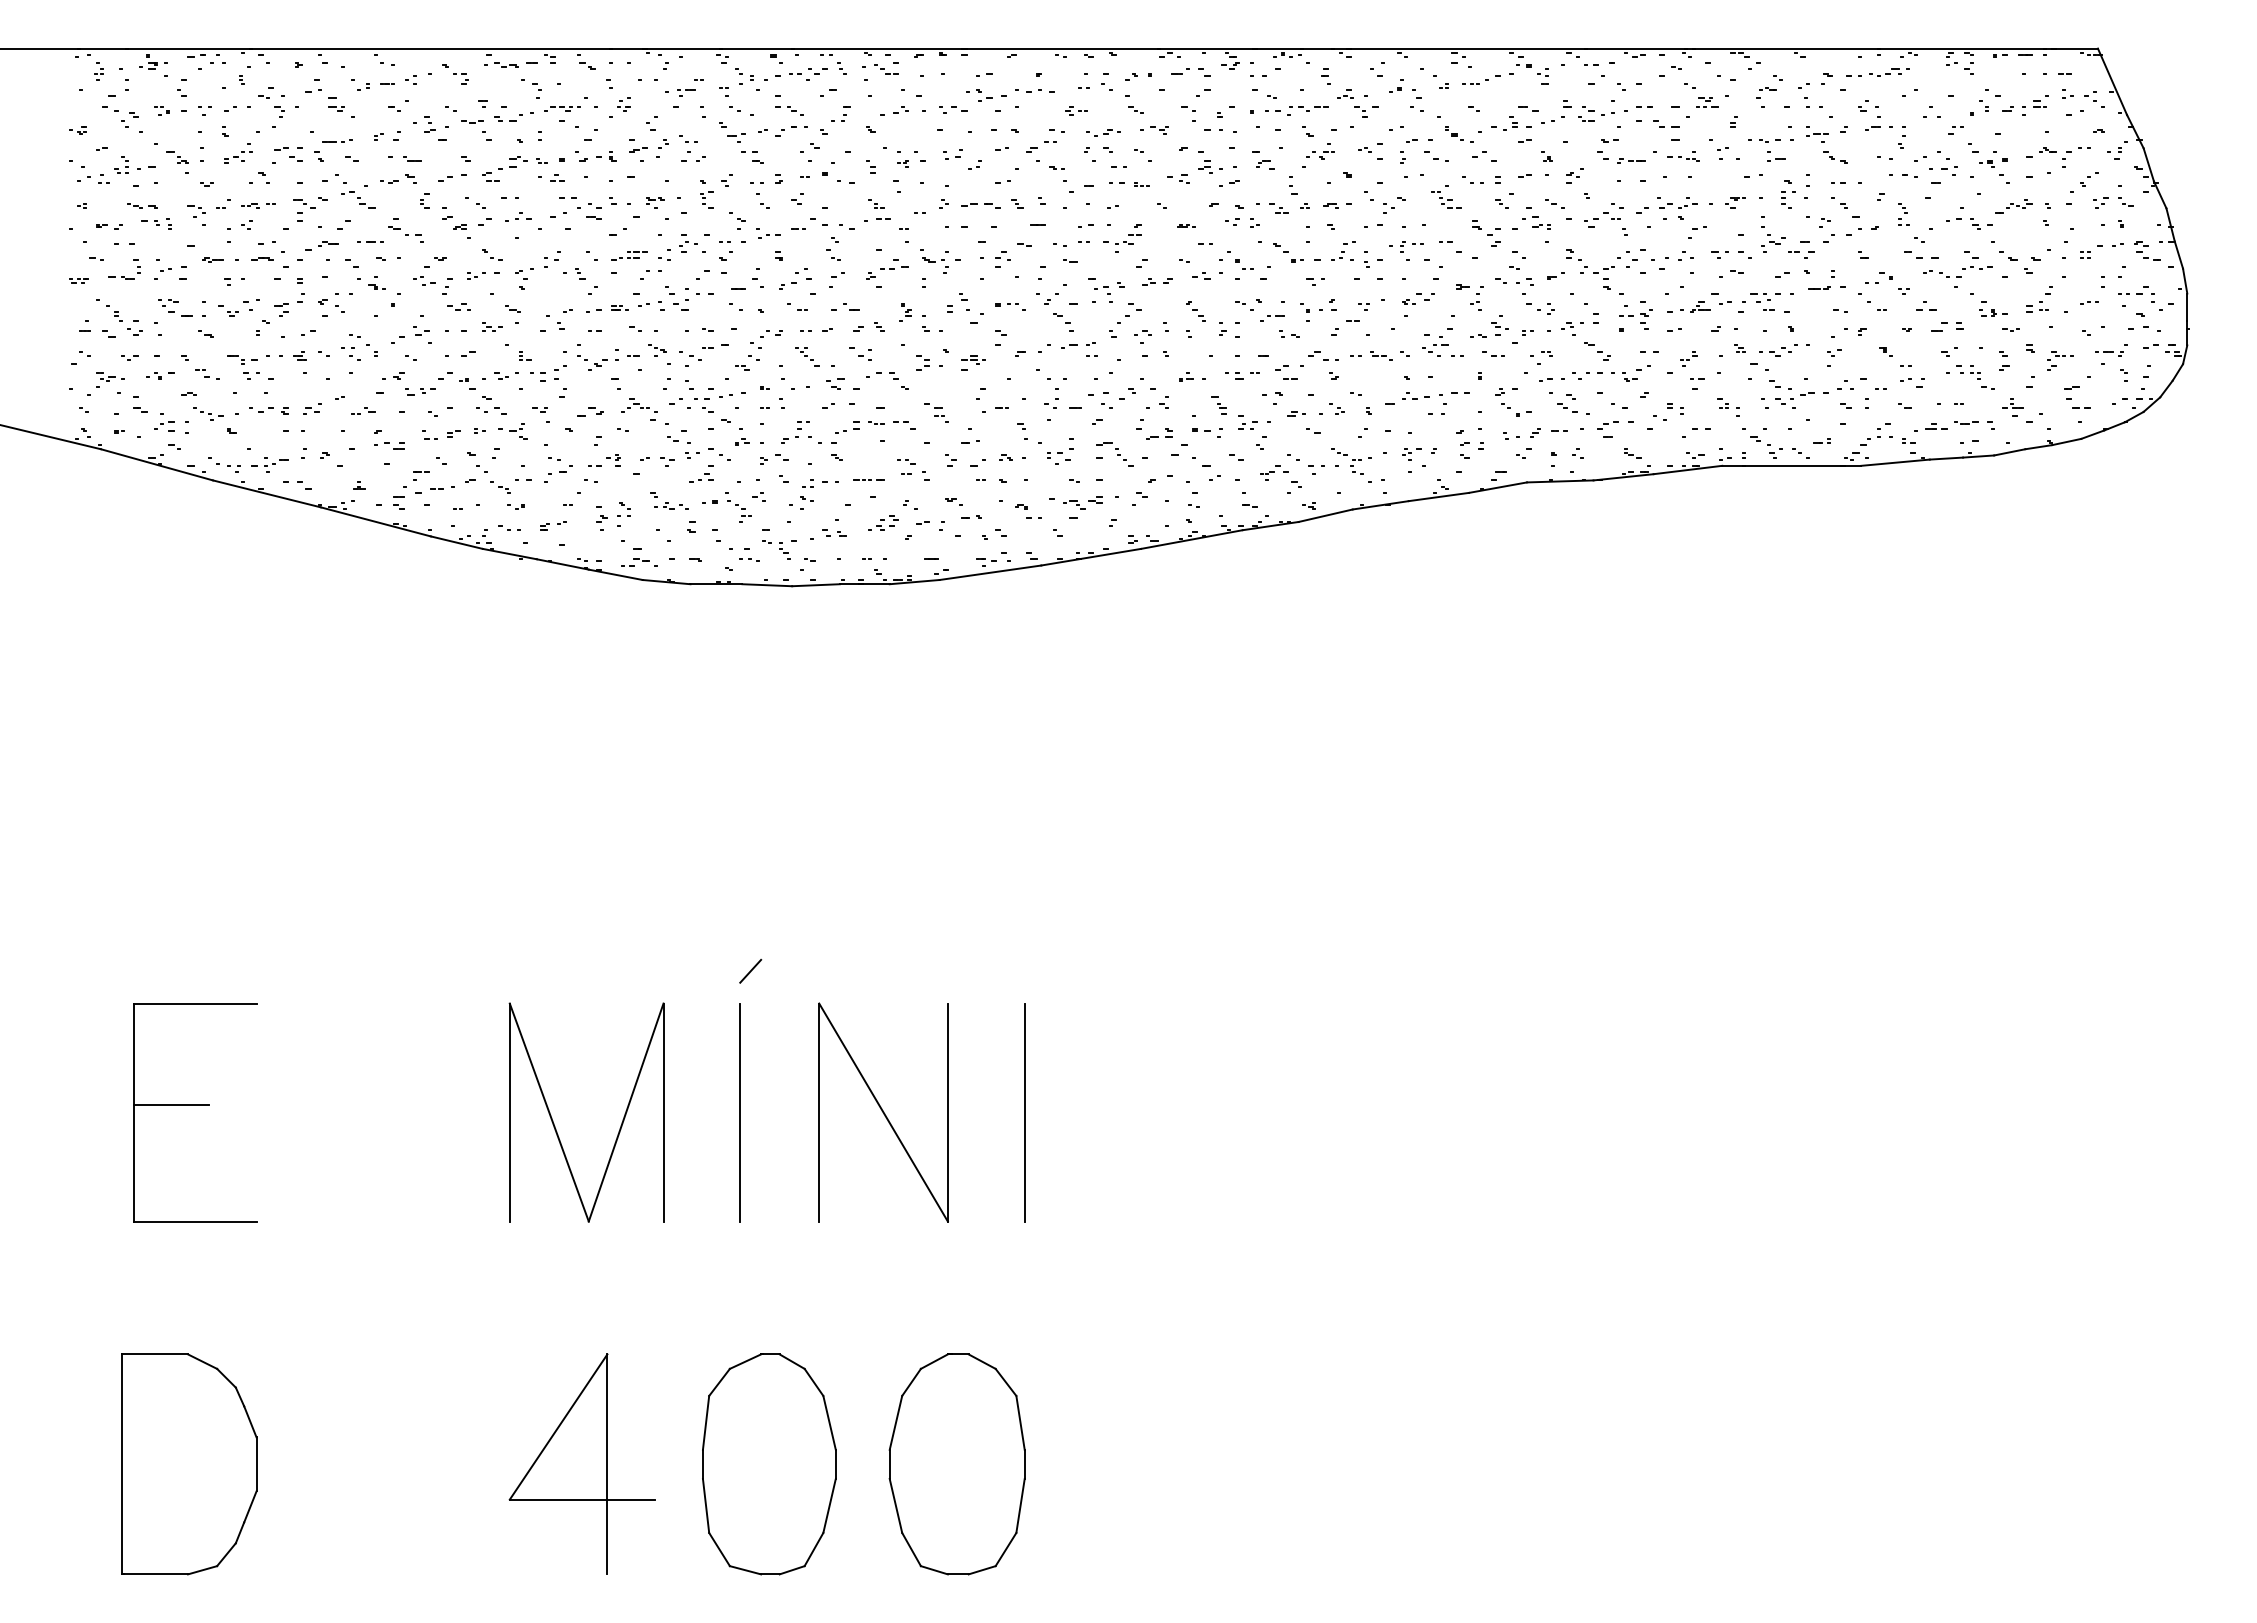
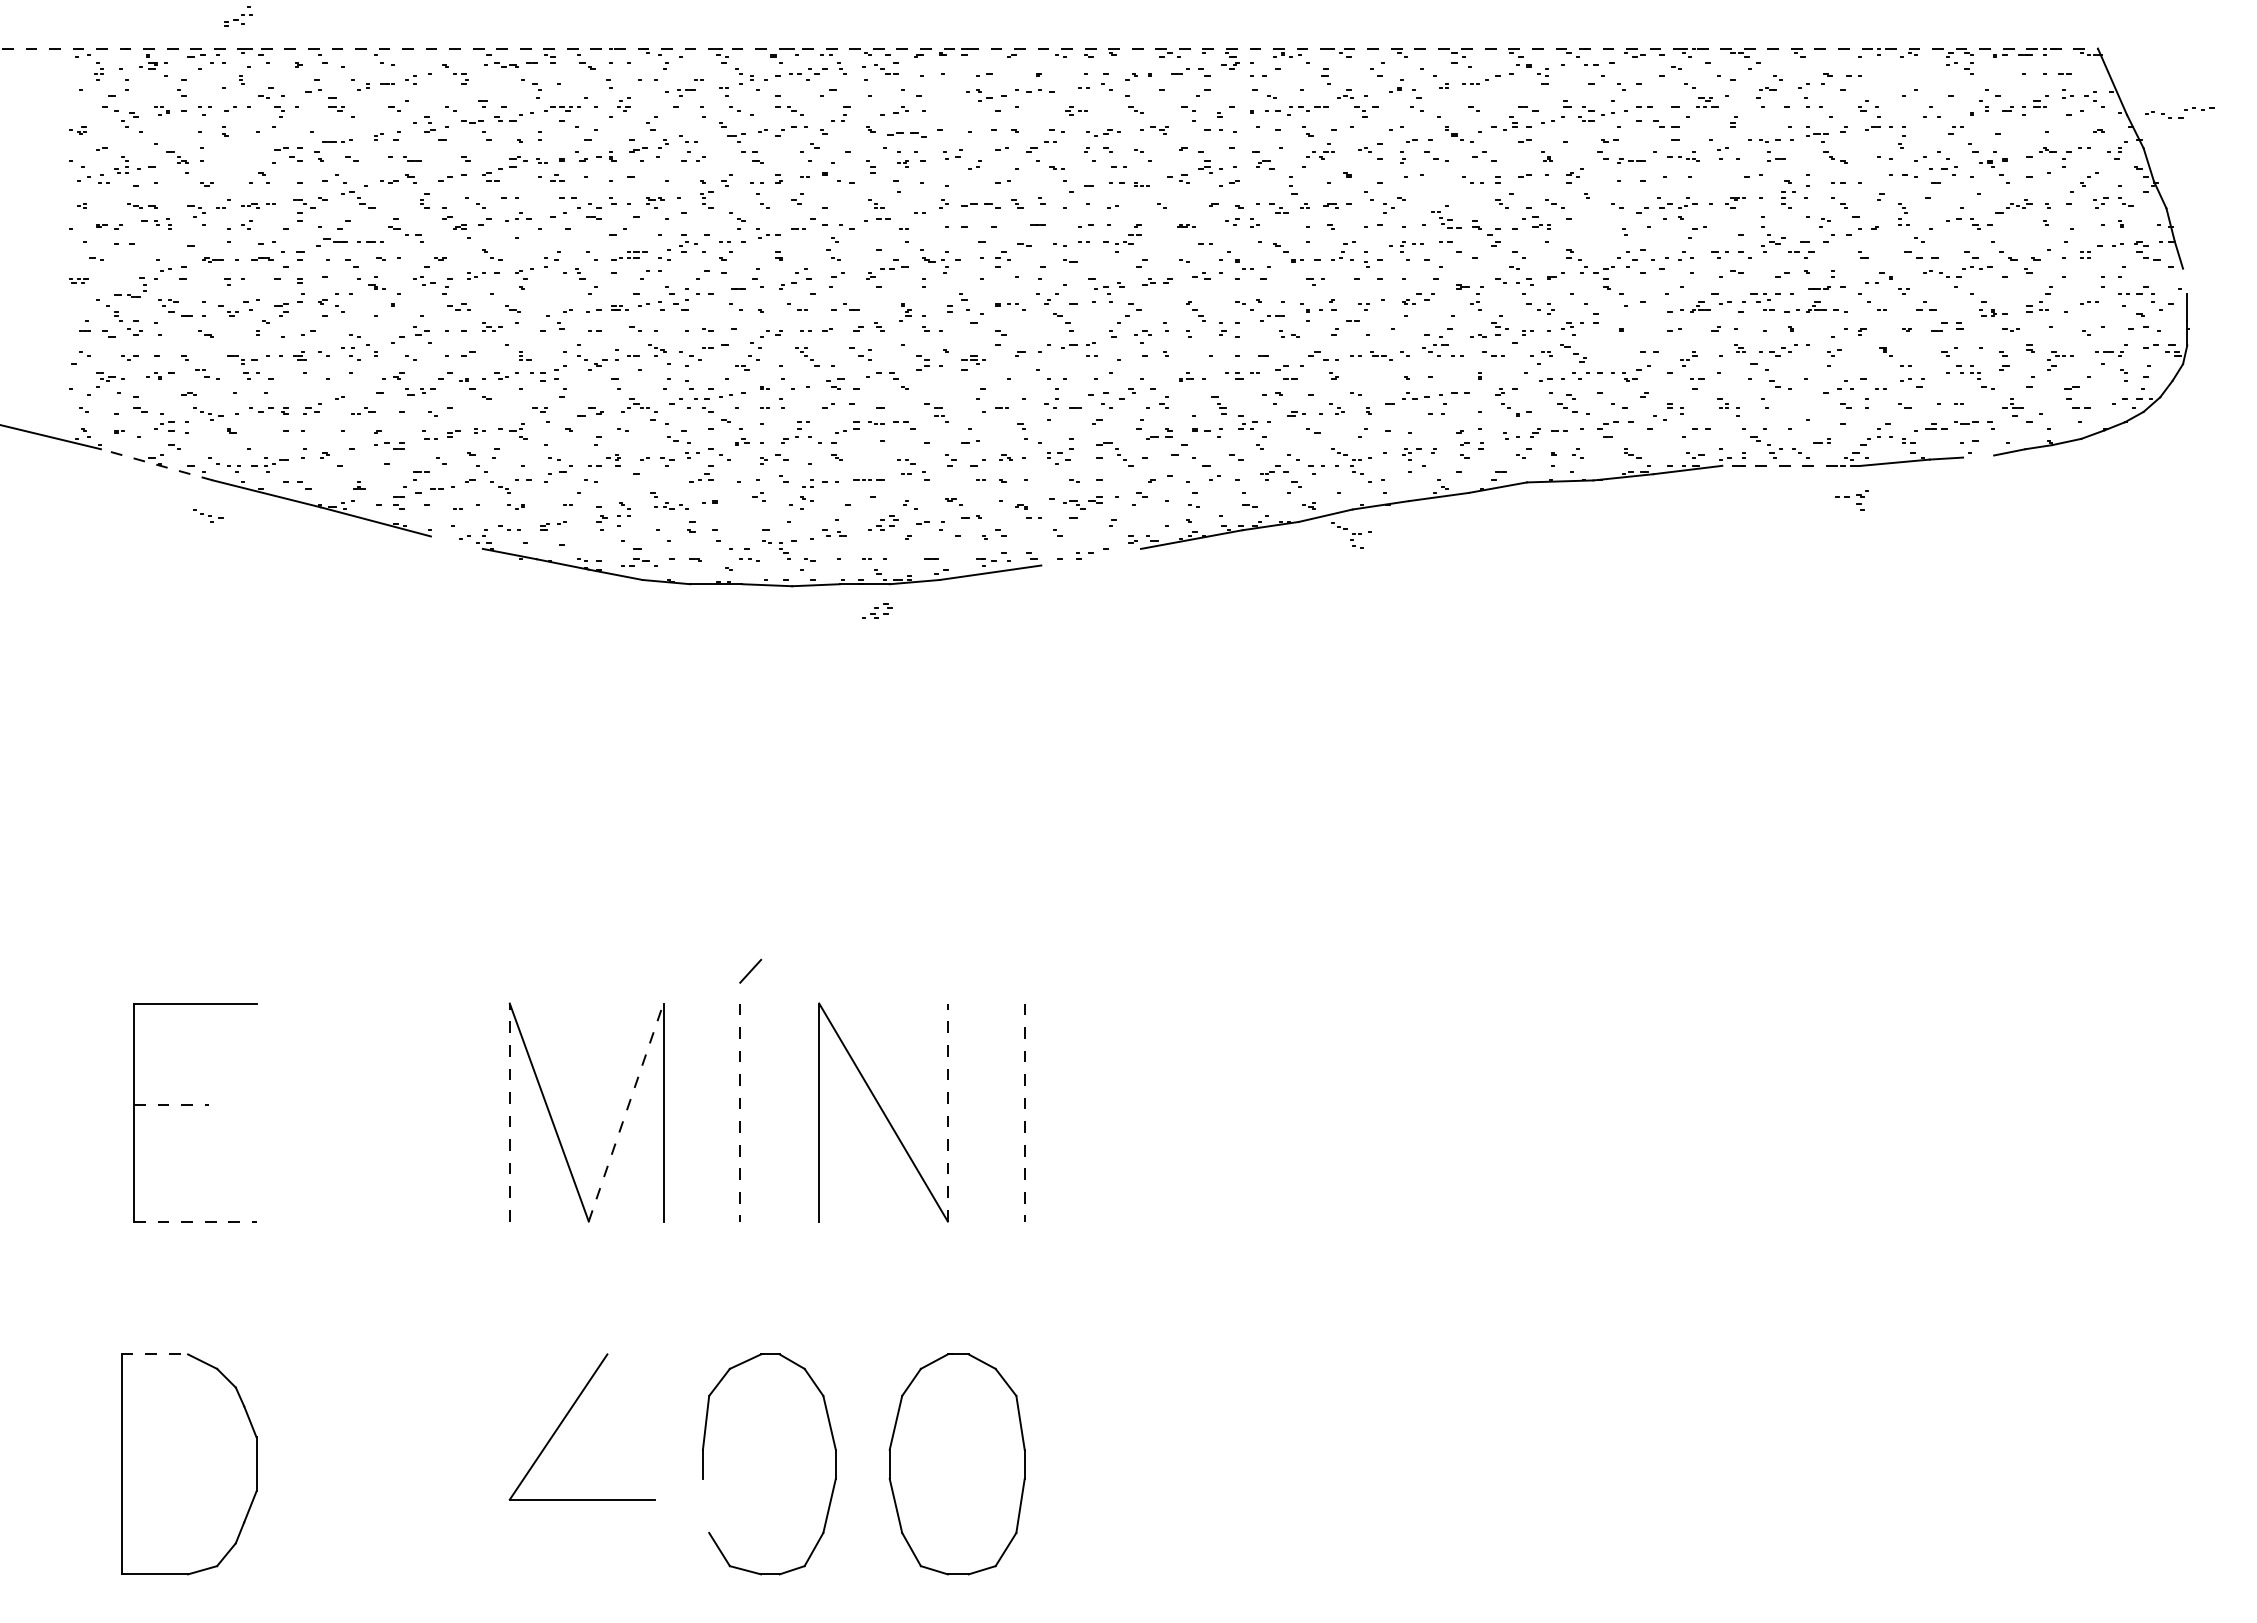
line at (1049, 48): solid -> dashed
part at (1889, 72): present -> none
part at (953, 109): present -> none
part at (2179, 112): none -> present
part at (906, 134): none -> present
part at (238, 153) position: (238, 153) -> (238, 16)
part at (1446, 196) position: (1446, 196) -> (1446, 216)
part at (1602, 219): present -> none
part at (321, 245) size: 34x10 px -> 52x15 px
part at (124, 276) position: (124, 276) -> (130, 294)
line at (2185, 280): present -> none
part at (1811, 306): none -> present
part at (1635, 319) position: (1635, 319) -> (1851, 500)
part at (1597, 351) position: (1597, 351) -> (1573, 353)
part at (1794, 400): present -> none
part at (491, 410): present -> none
line at (1978, 456): present -> none
line at (156, 464): solid -> dashed
line at (1791, 465): solid -> dashed
part at (738, 507): present -> none
part at (208, 515): none -> present
part at (1351, 535): none -> present
line at (456, 542): present -> none
line at (1091, 556): present -> none
part at (877, 610): none -> present
line at (172, 1105): solid -> dashed
line at (509, 1112): solid -> dashed
line at (626, 1112): solid -> dashed
line at (740, 1112): solid -> dashed
line at (947, 1112): solid -> dashed
line at (1024, 1112): solid -> dashed
line at (195, 1221): solid -> dashed
line at (155, 1354): solid -> dashed
line at (607, 1464): present -> none
line at (705, 1505): present -> none
